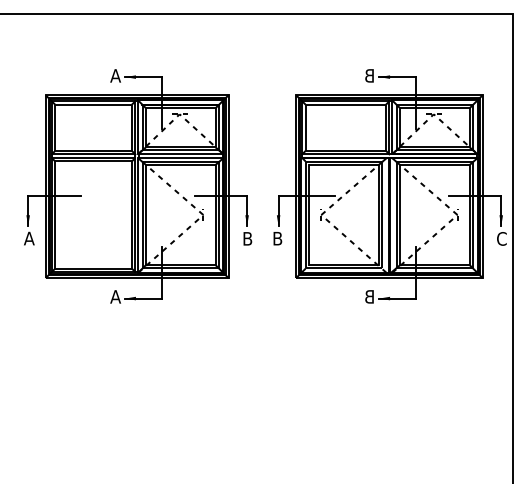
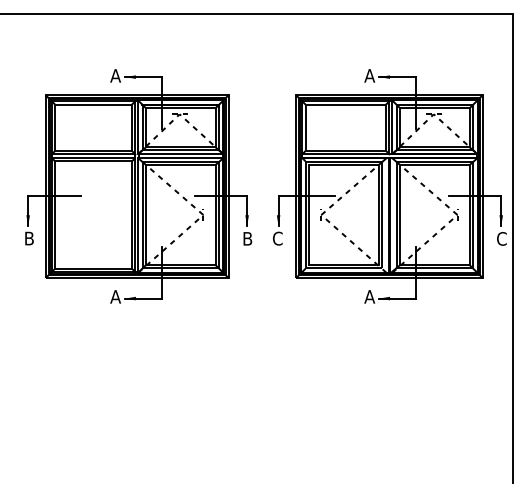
text at (369, 75): B -> A
text at (29, 238): A -> B
text at (277, 238): B -> C
text at (369, 296): B -> A
